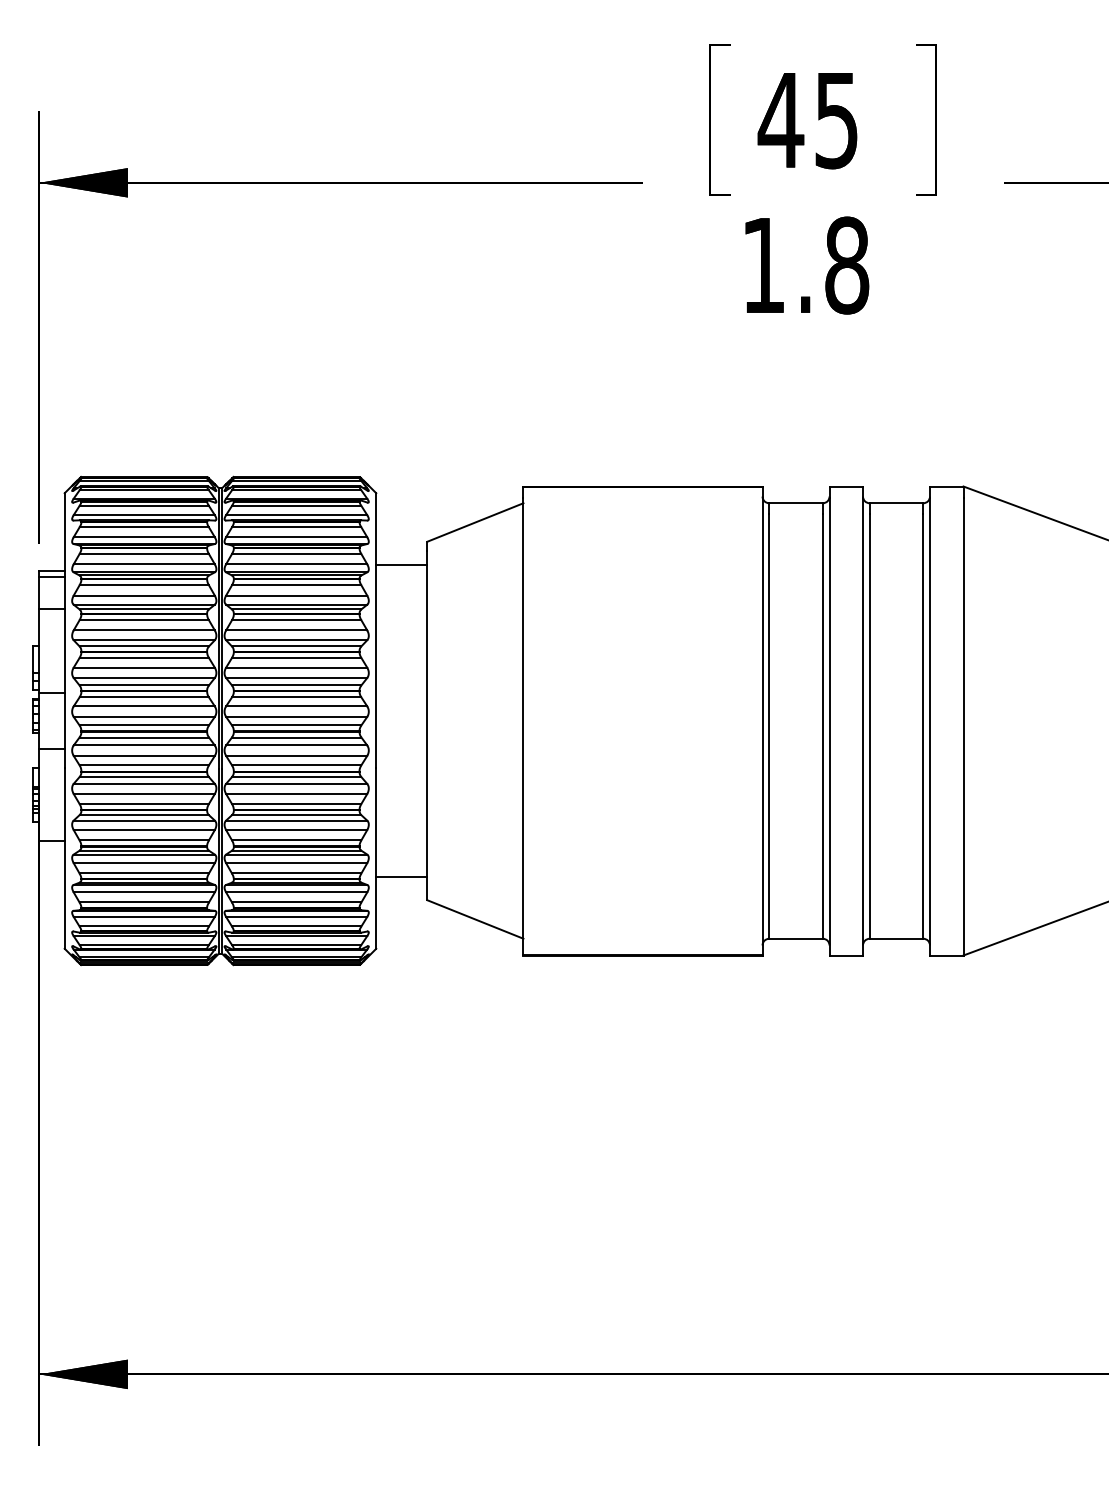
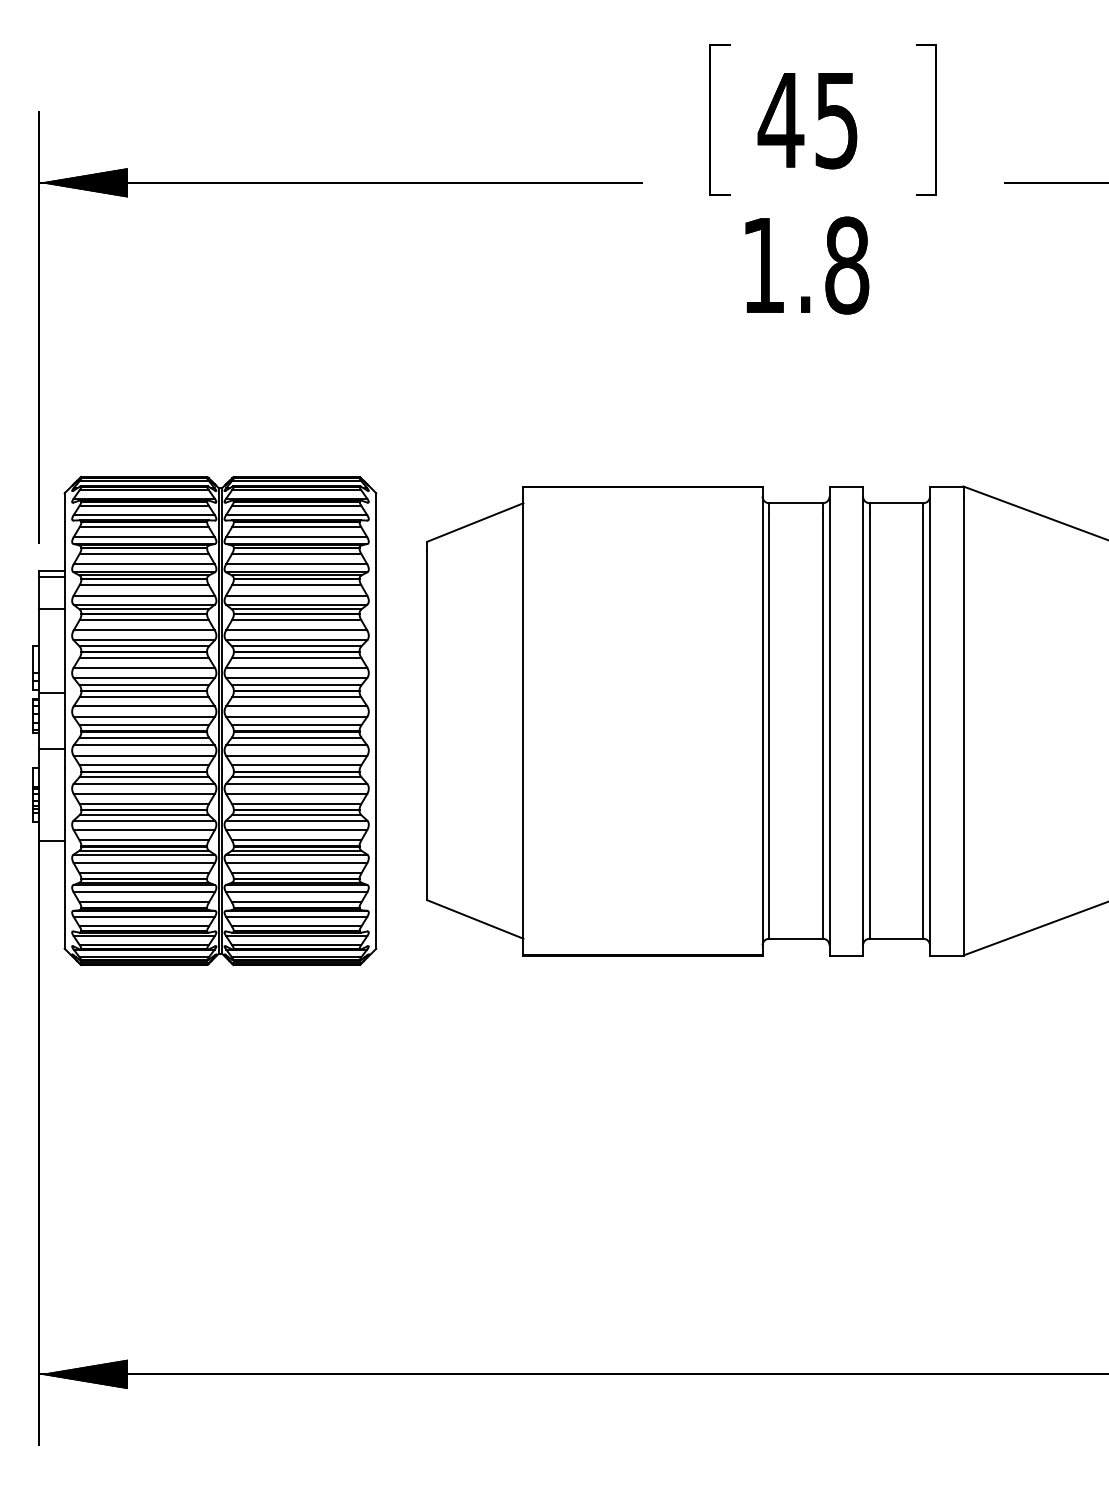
line at (401, 565): present -> none
line at (401, 876): present -> none
